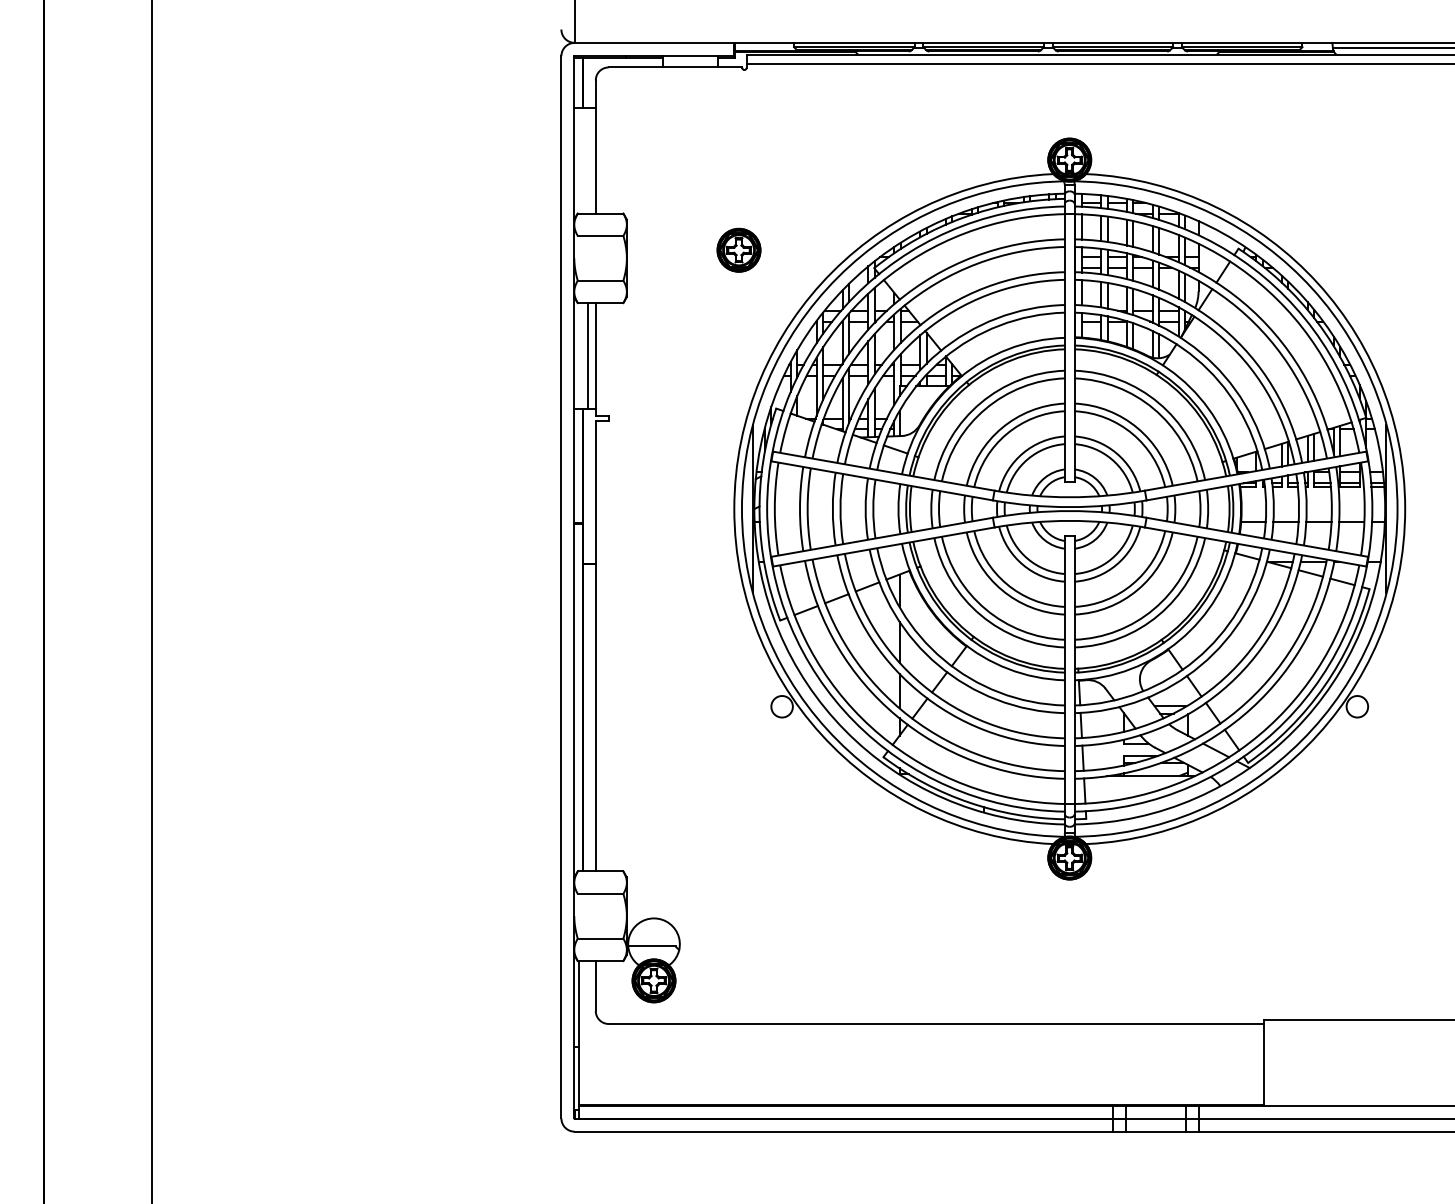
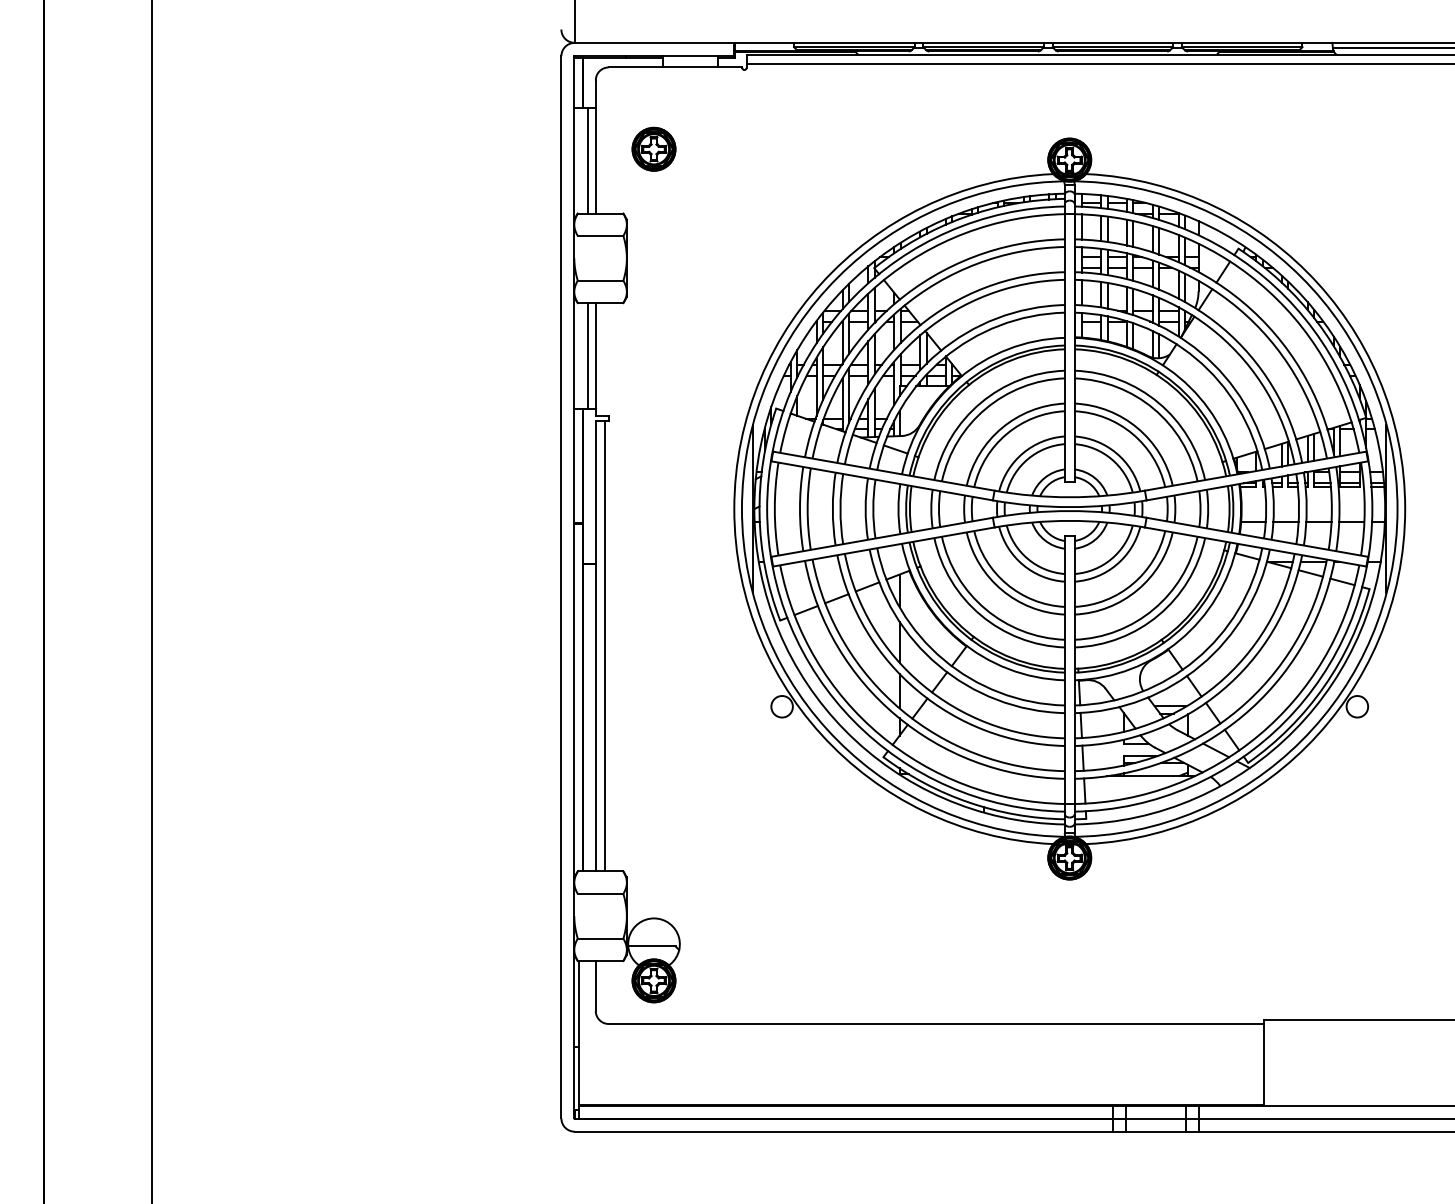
line at (587, 160): none -> present
part at (738, 249) position: (738, 249) -> (653, 148)
line at (604, 645): none -> present
